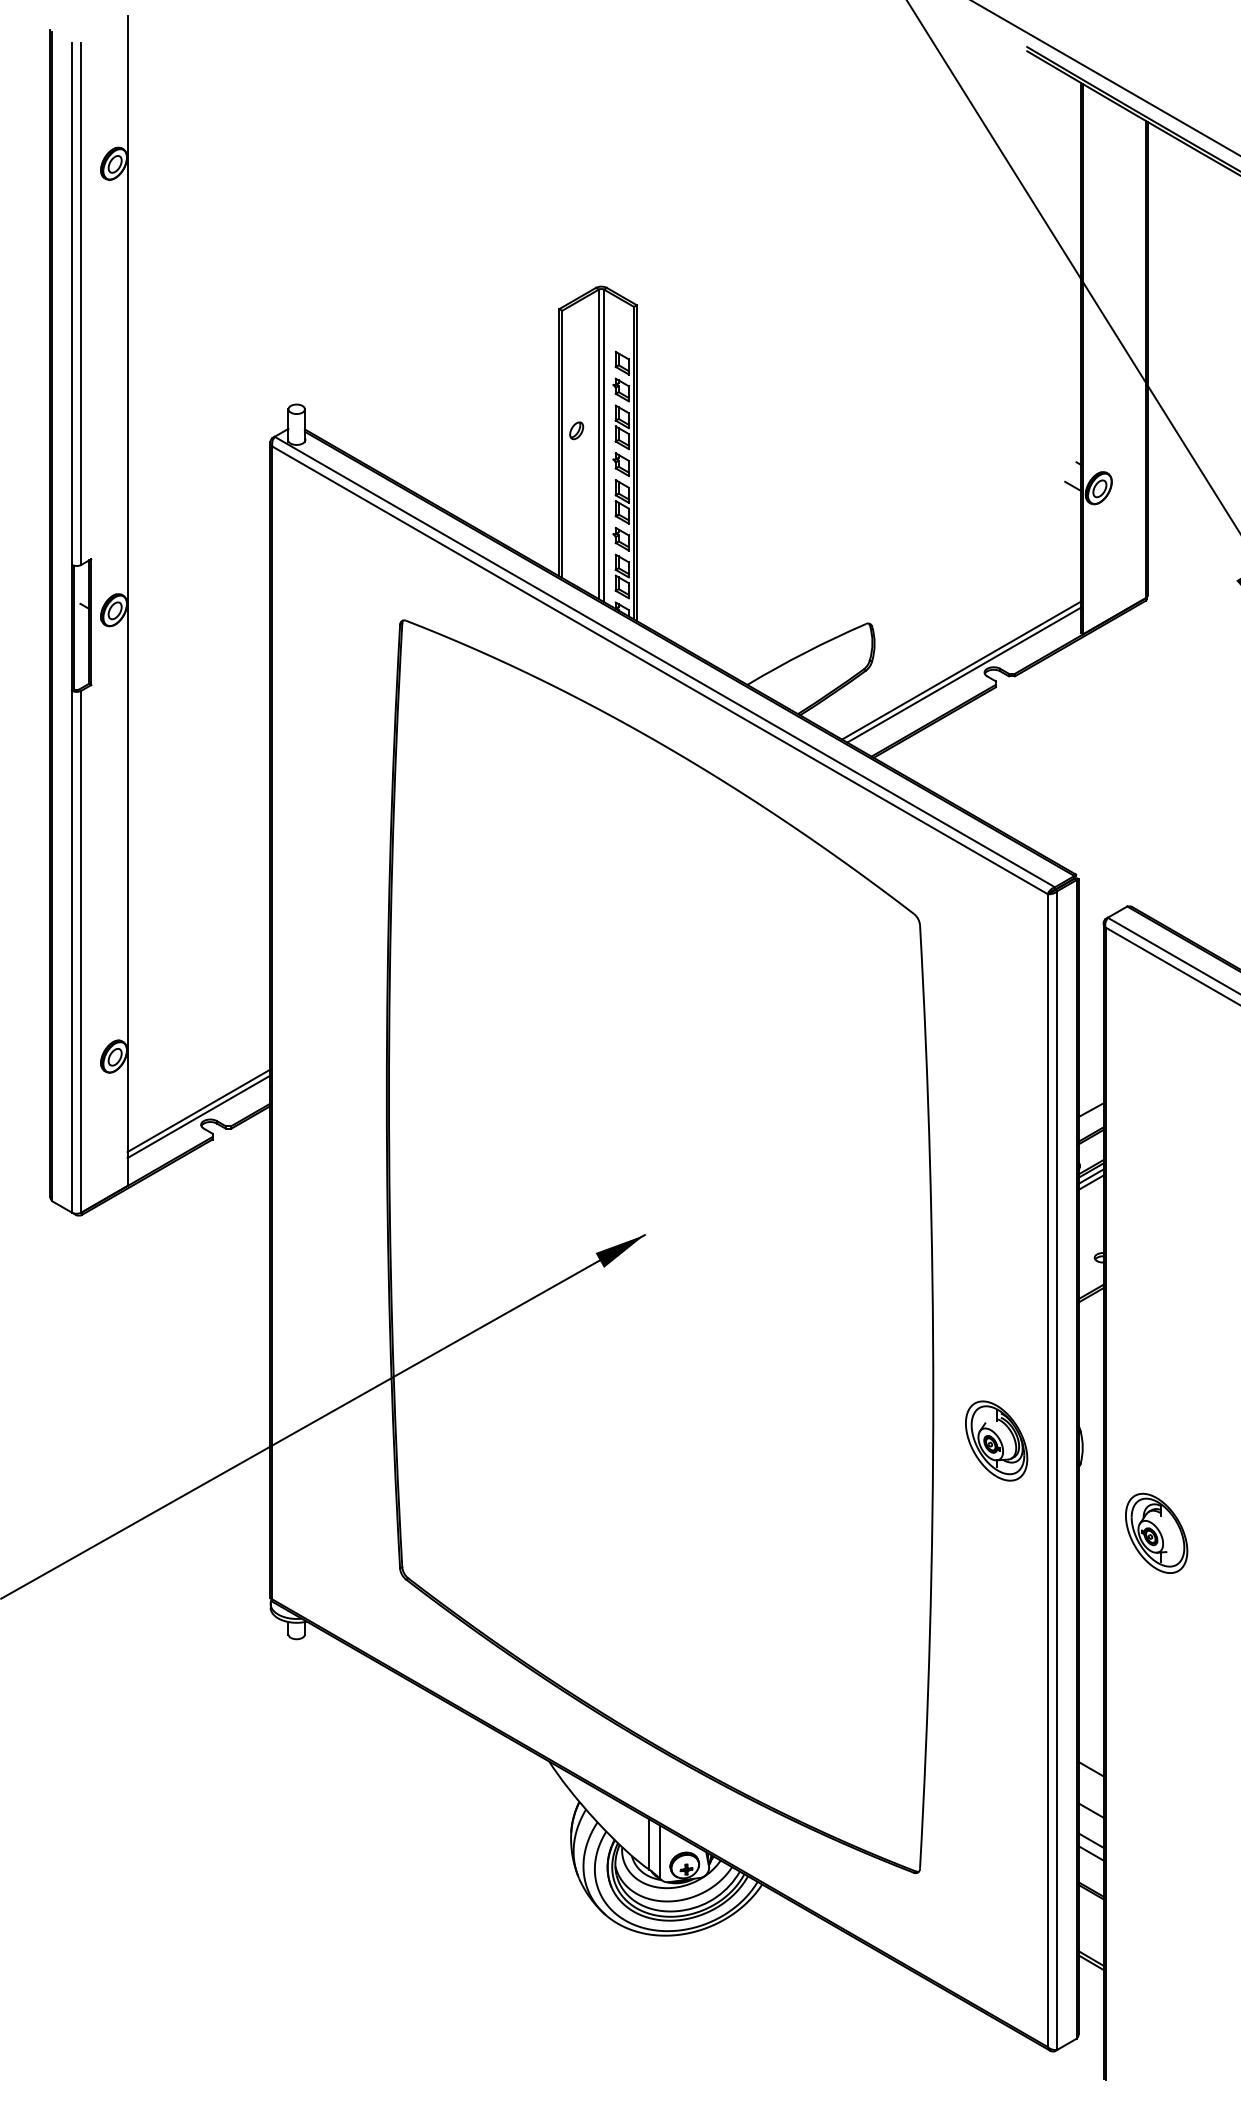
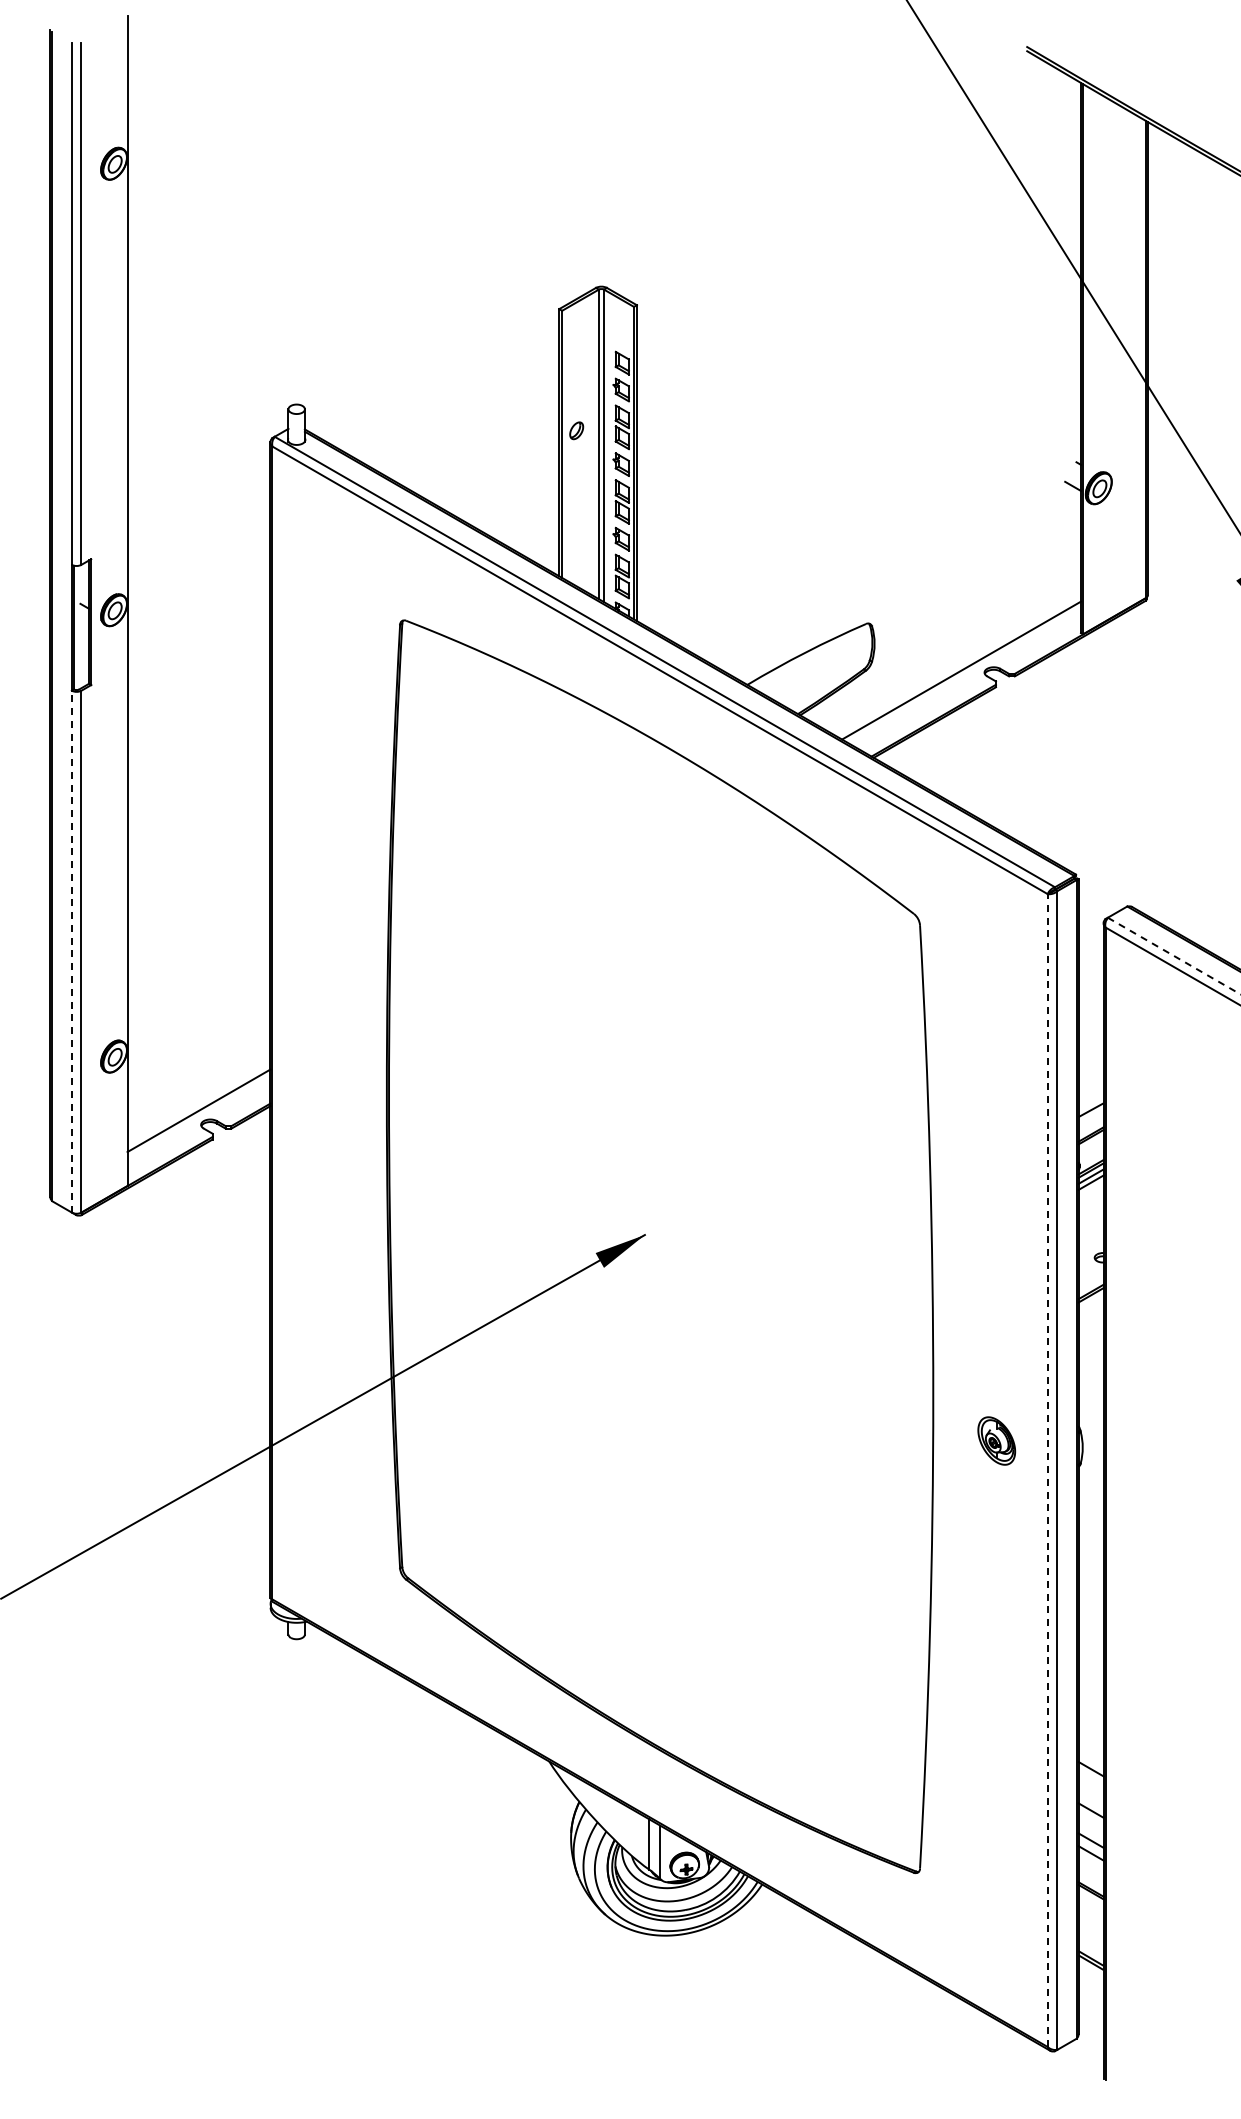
line at (1105, 78): present -> none
line at (964, 674): present -> none
line at (71, 951): solid -> dashed
line at (1174, 956): solid -> dashed
line at (198, 1116): present -> none
part at (996, 1440) size: 64x82 px -> 40x50 px
line at (1047, 1470): solid -> dashed
part at (1156, 1532): present -> none
